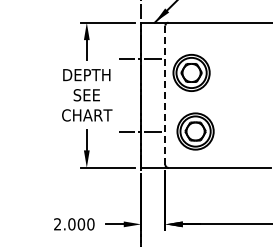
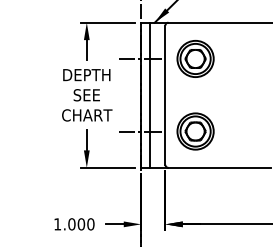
part at (191, 72) position: (191, 72) -> (195, 58)
line at (150, 94): none -> present
line at (165, 95): dashed -> solid
text at (57, 224): 2.000 -> 1.000
